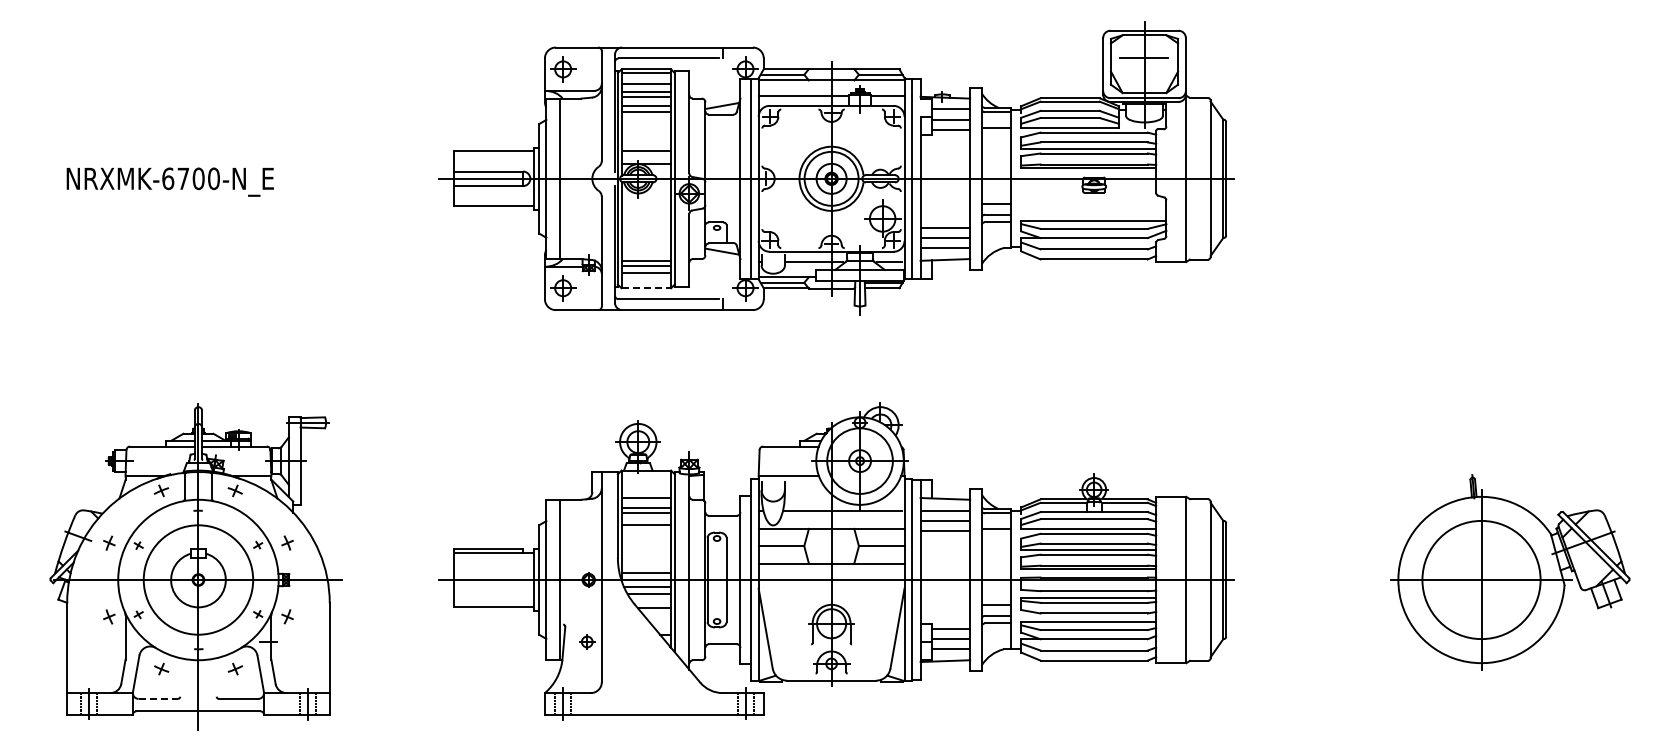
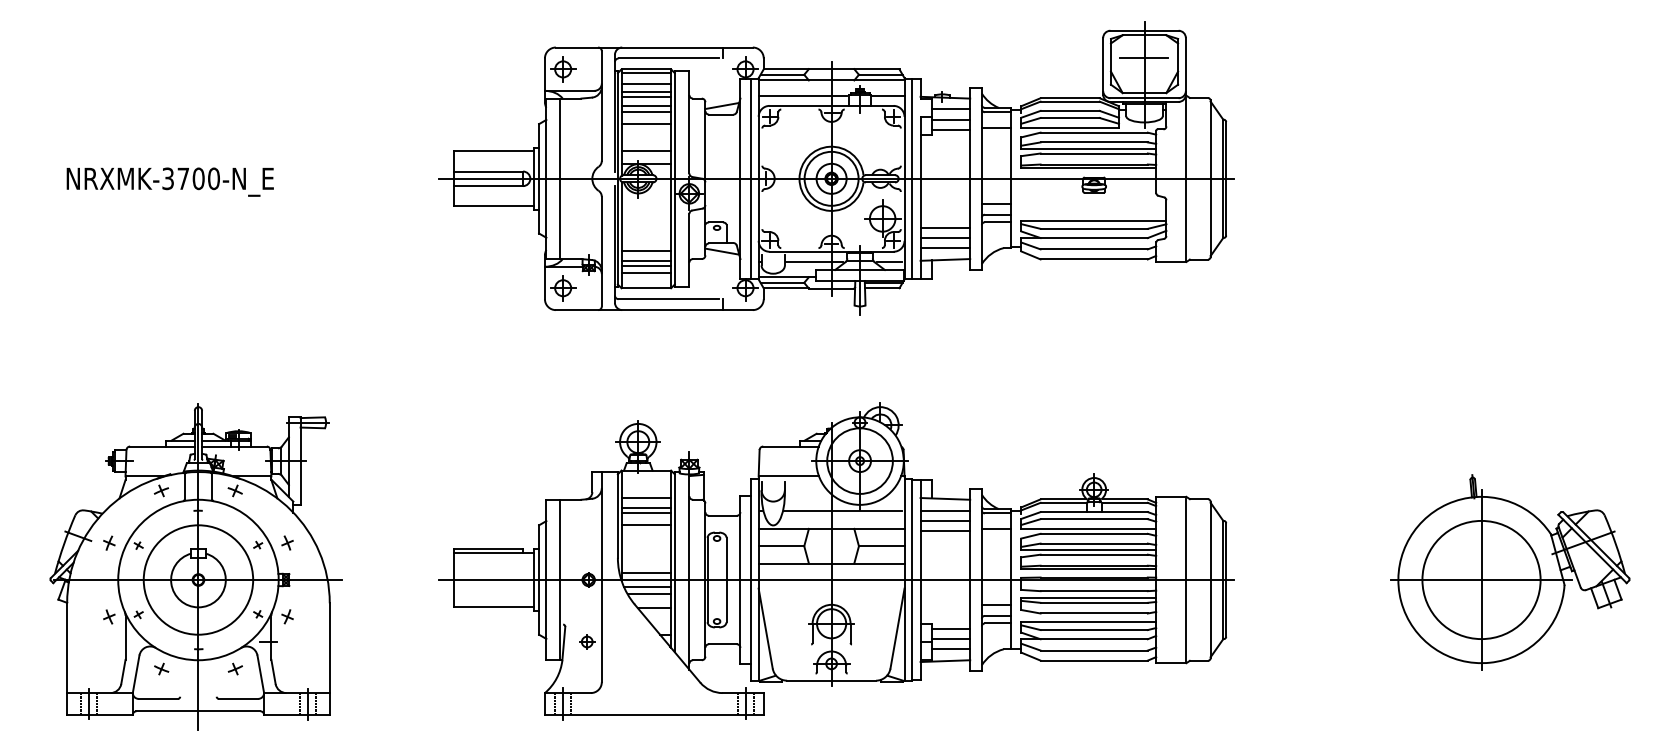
line at (646, 123): none -> present
text at (168, 178): NRXMK-6700-N_E -> NRXMK-3700-N_E
line at (646, 251): none -> present
line at (646, 288): dashed -> solid
line at (158, 698): dashed -> solid
